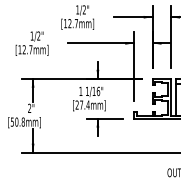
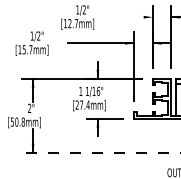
line at (132, 17): present -> none
text at (23, 49): [12.7mm] -> [15.7mm]
line at (101, 152): solid -> dashed
